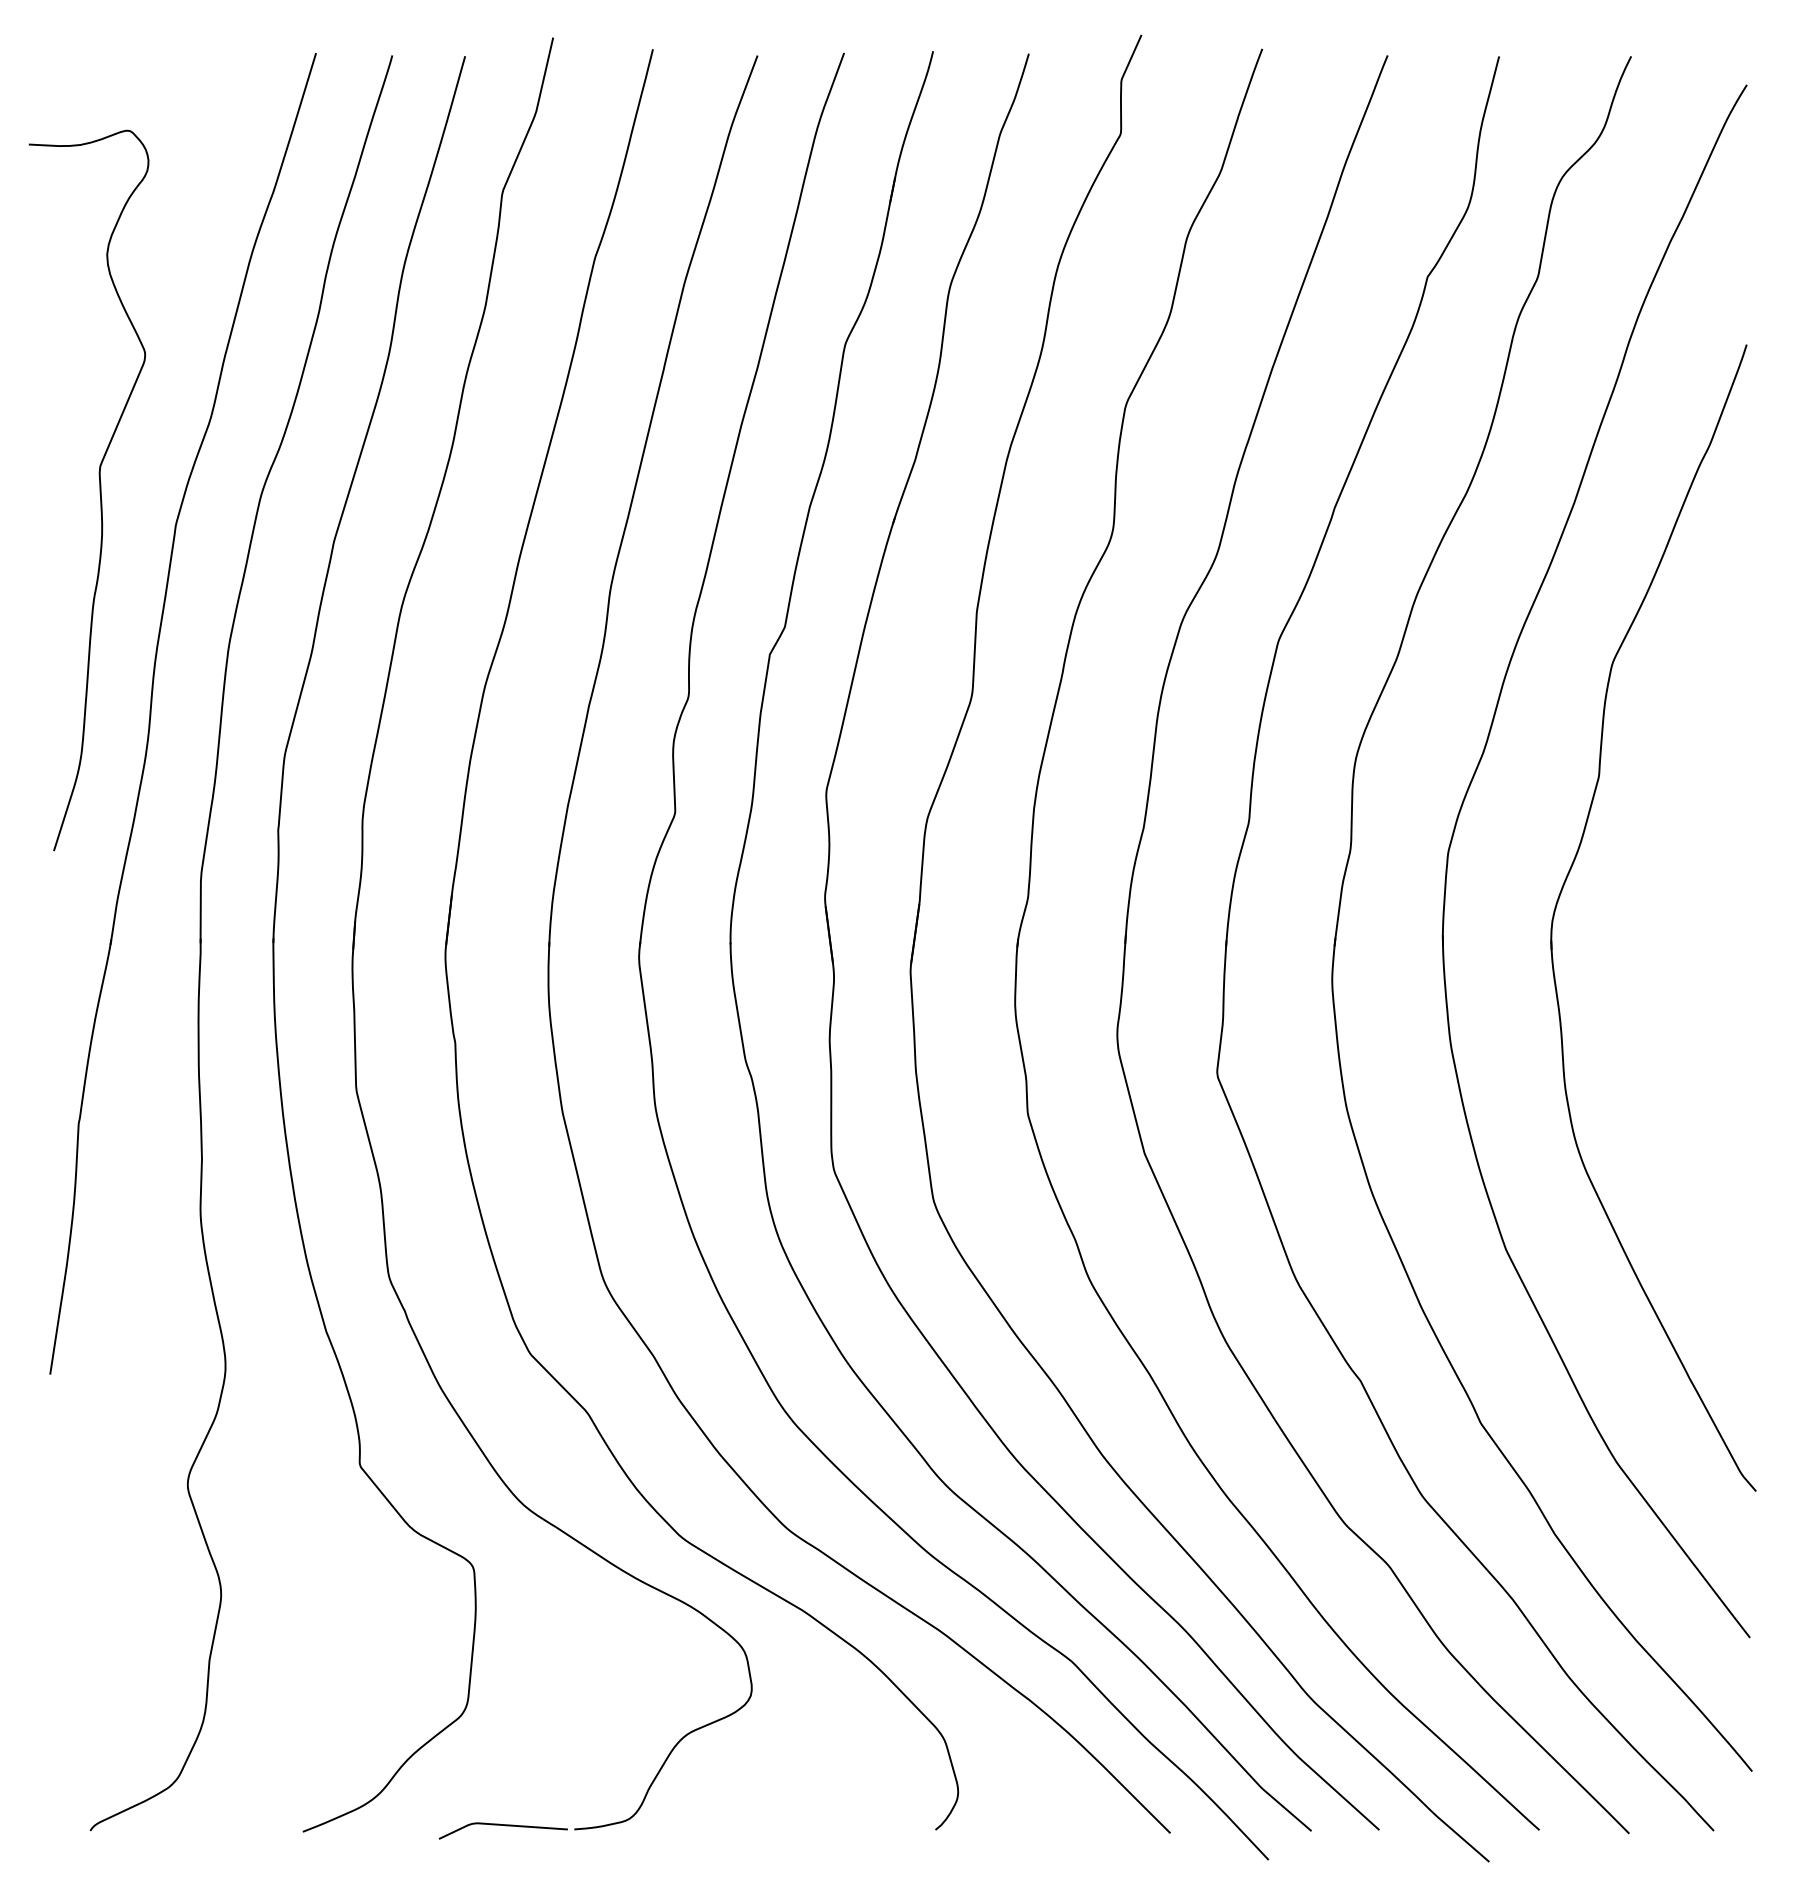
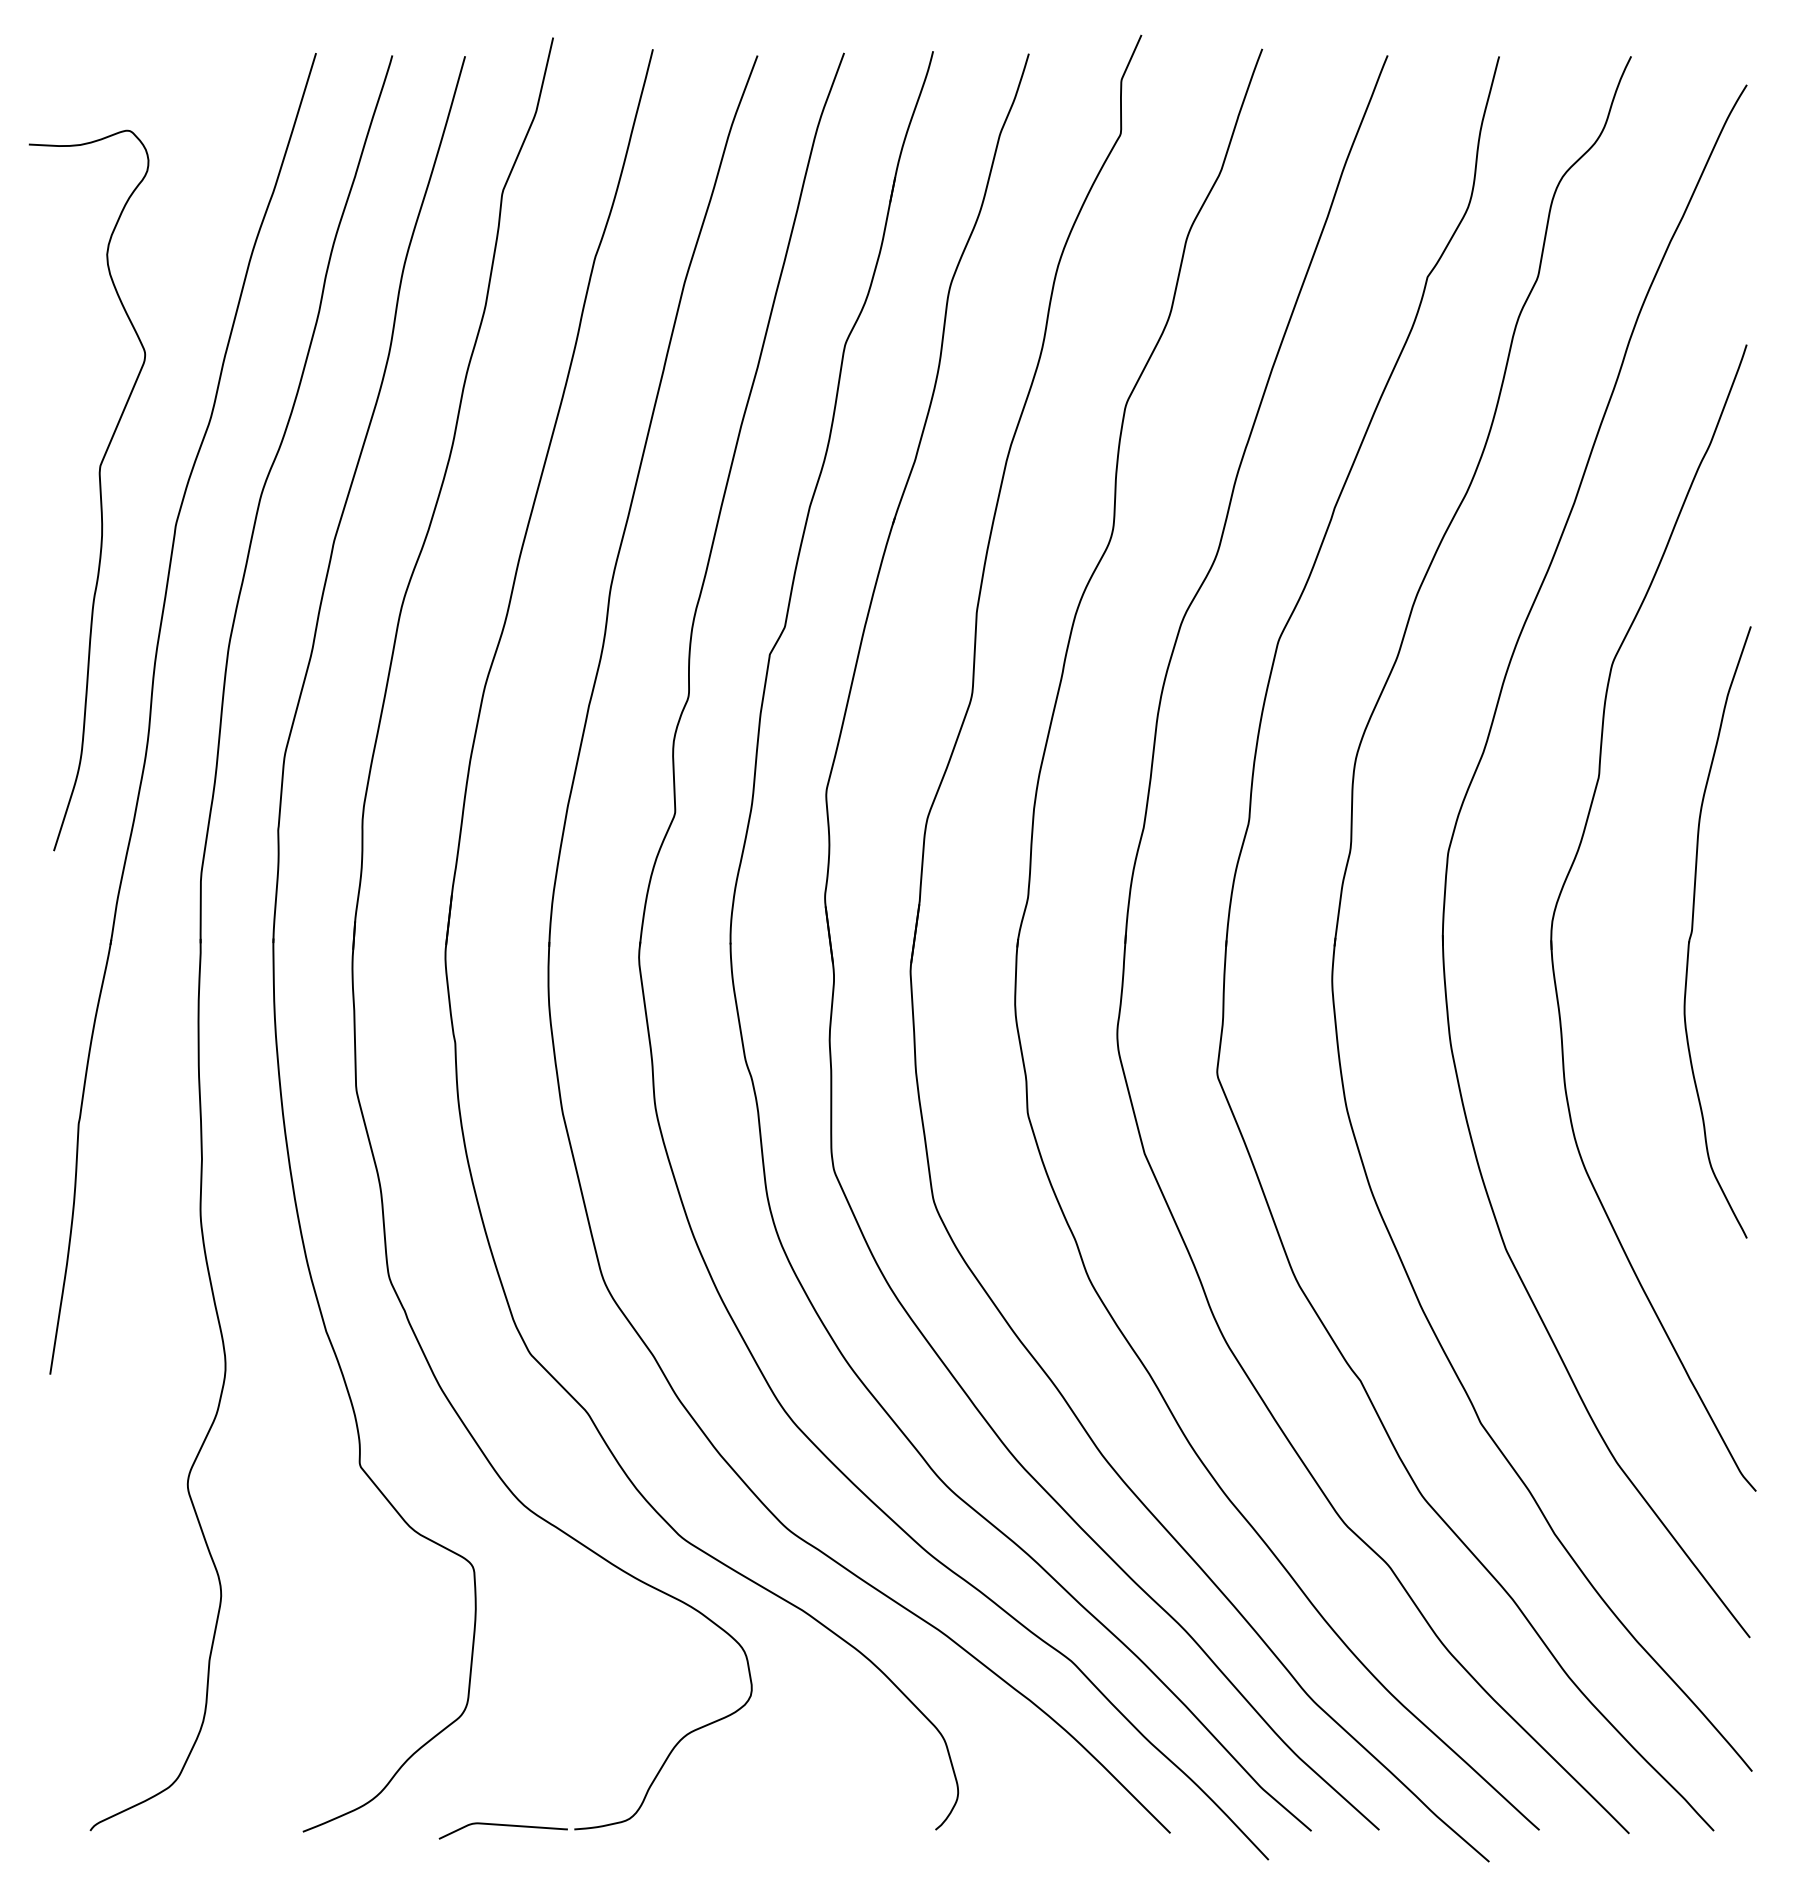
part at (1693, 928): none -> present
